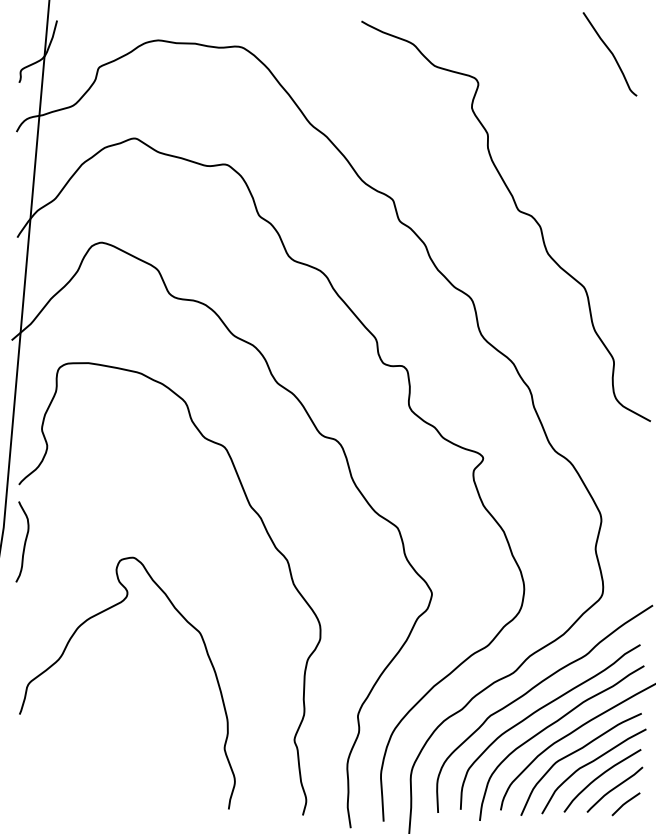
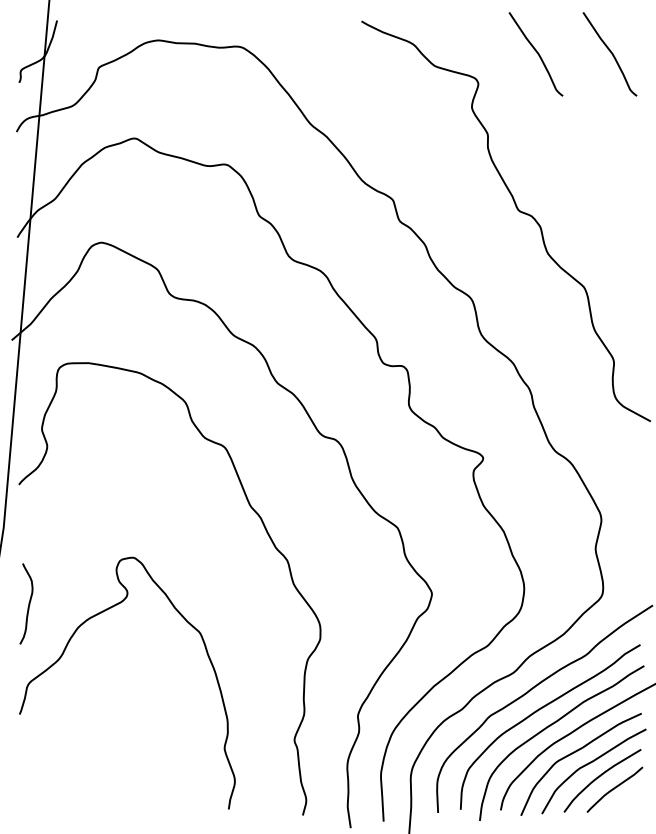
curve at (537, 54): none -> present
curve at (24, 541) position: (24, 541) -> (28, 603)
line at (625, 804): present -> none
